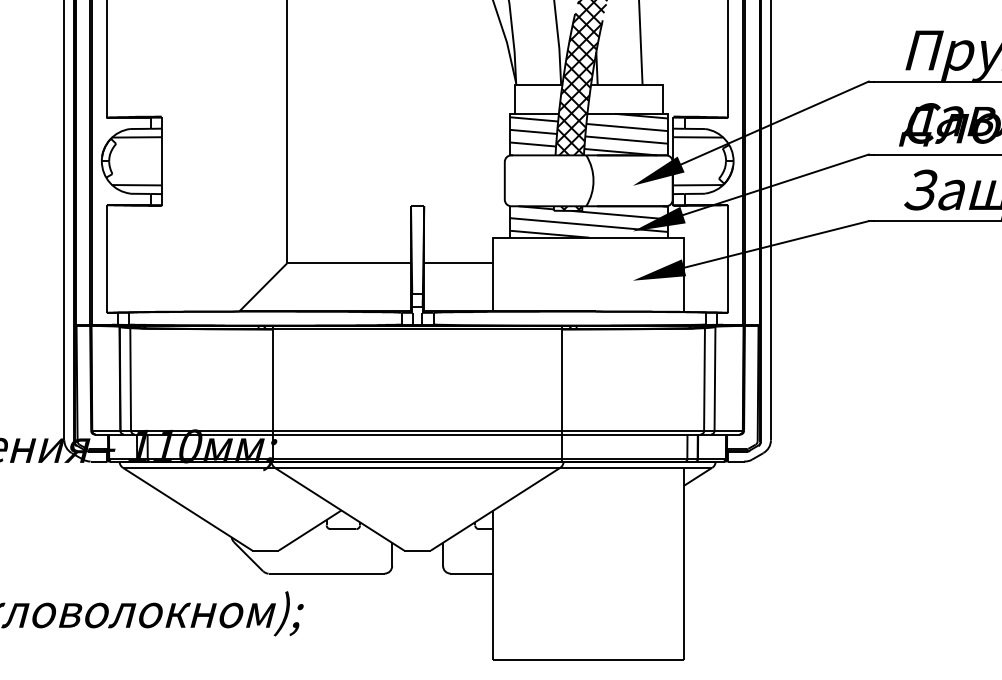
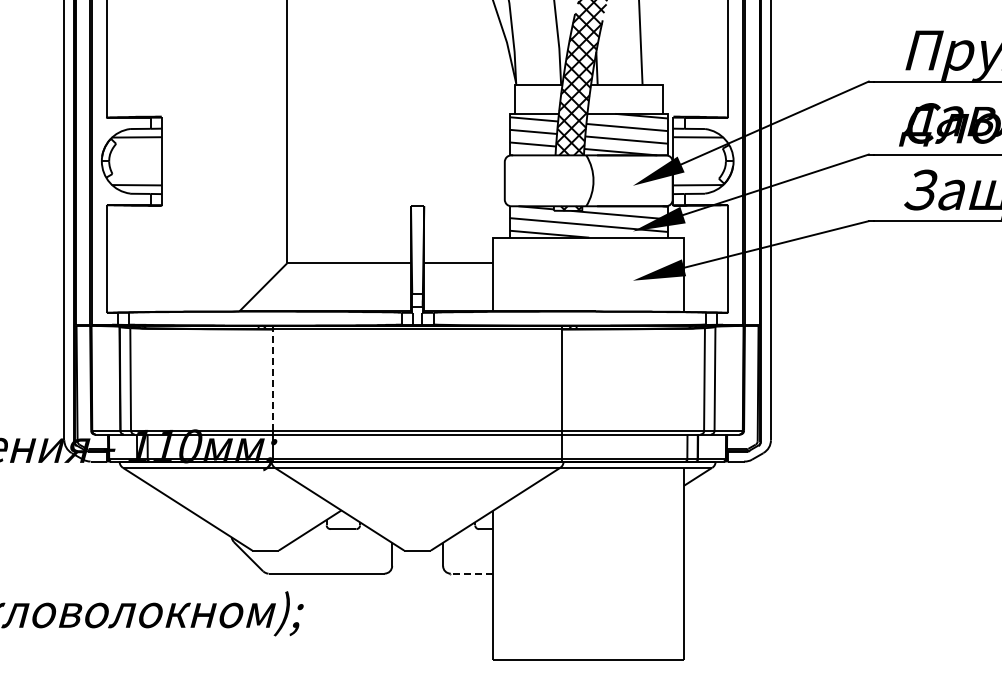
line at (273, 379): solid -> dashed
line at (470, 573): solid -> dashed
